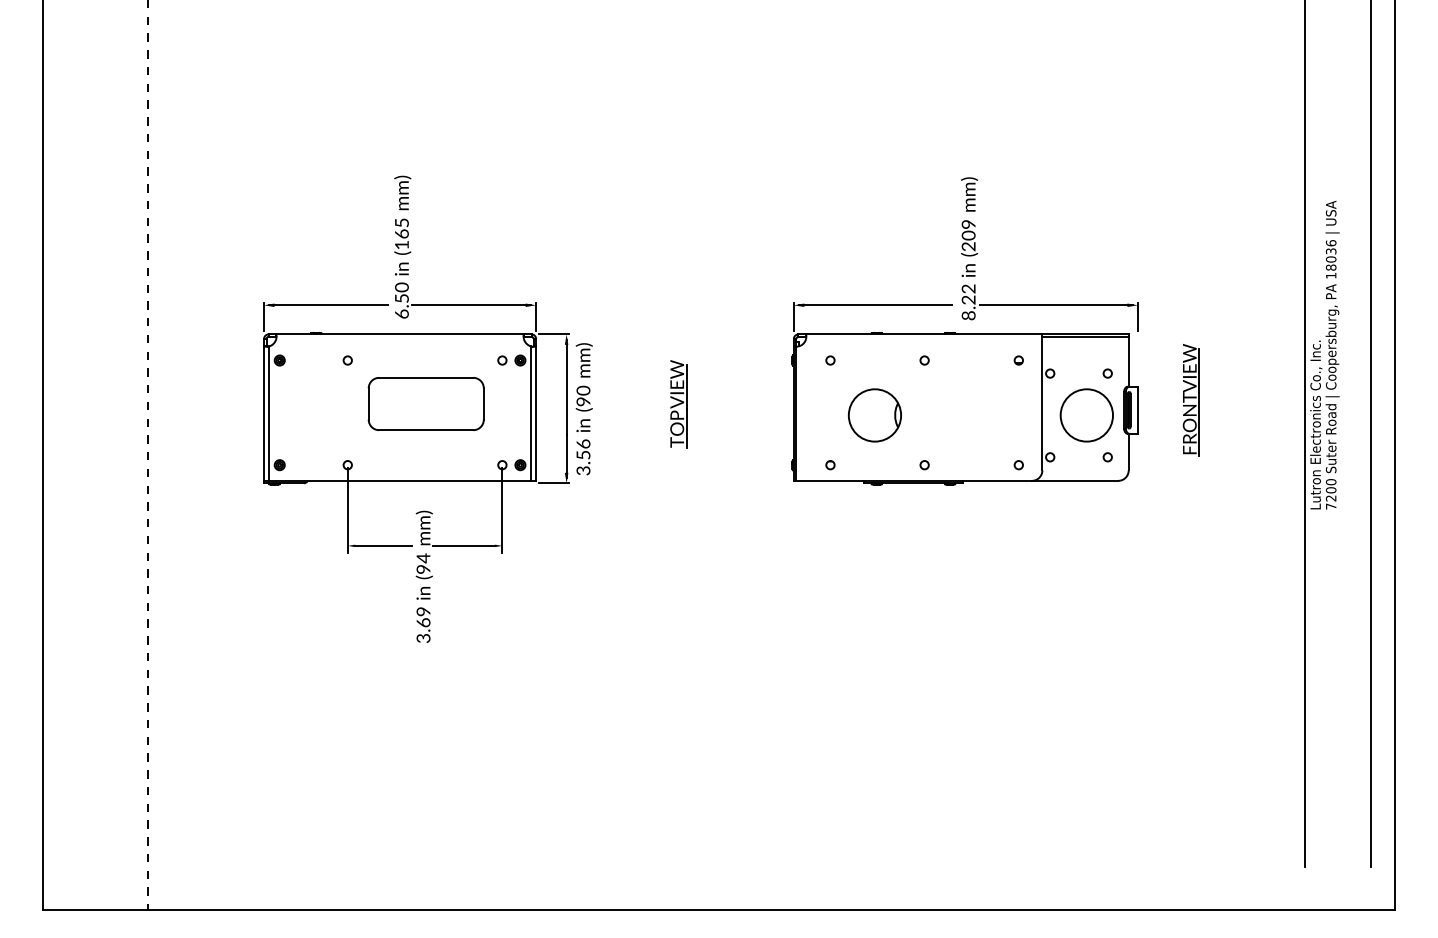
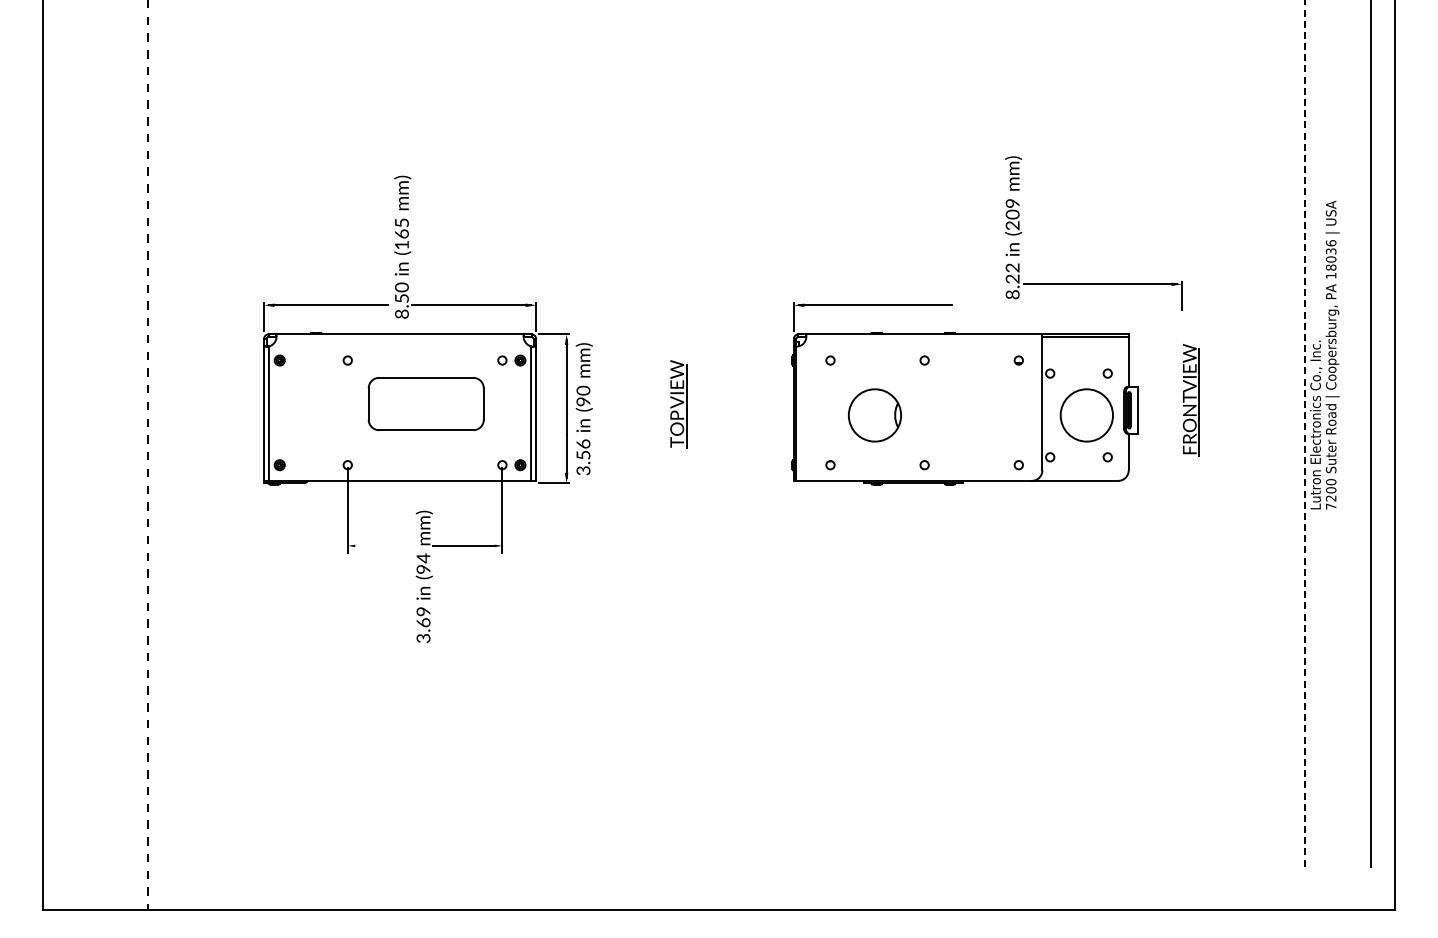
part at (1049, 304) position: (1049, 304) -> (1093, 283)
text at (401, 313): 6.50 -> 8.50
line at (1305, 433): solid -> dashed
line at (383, 545): present -> none
